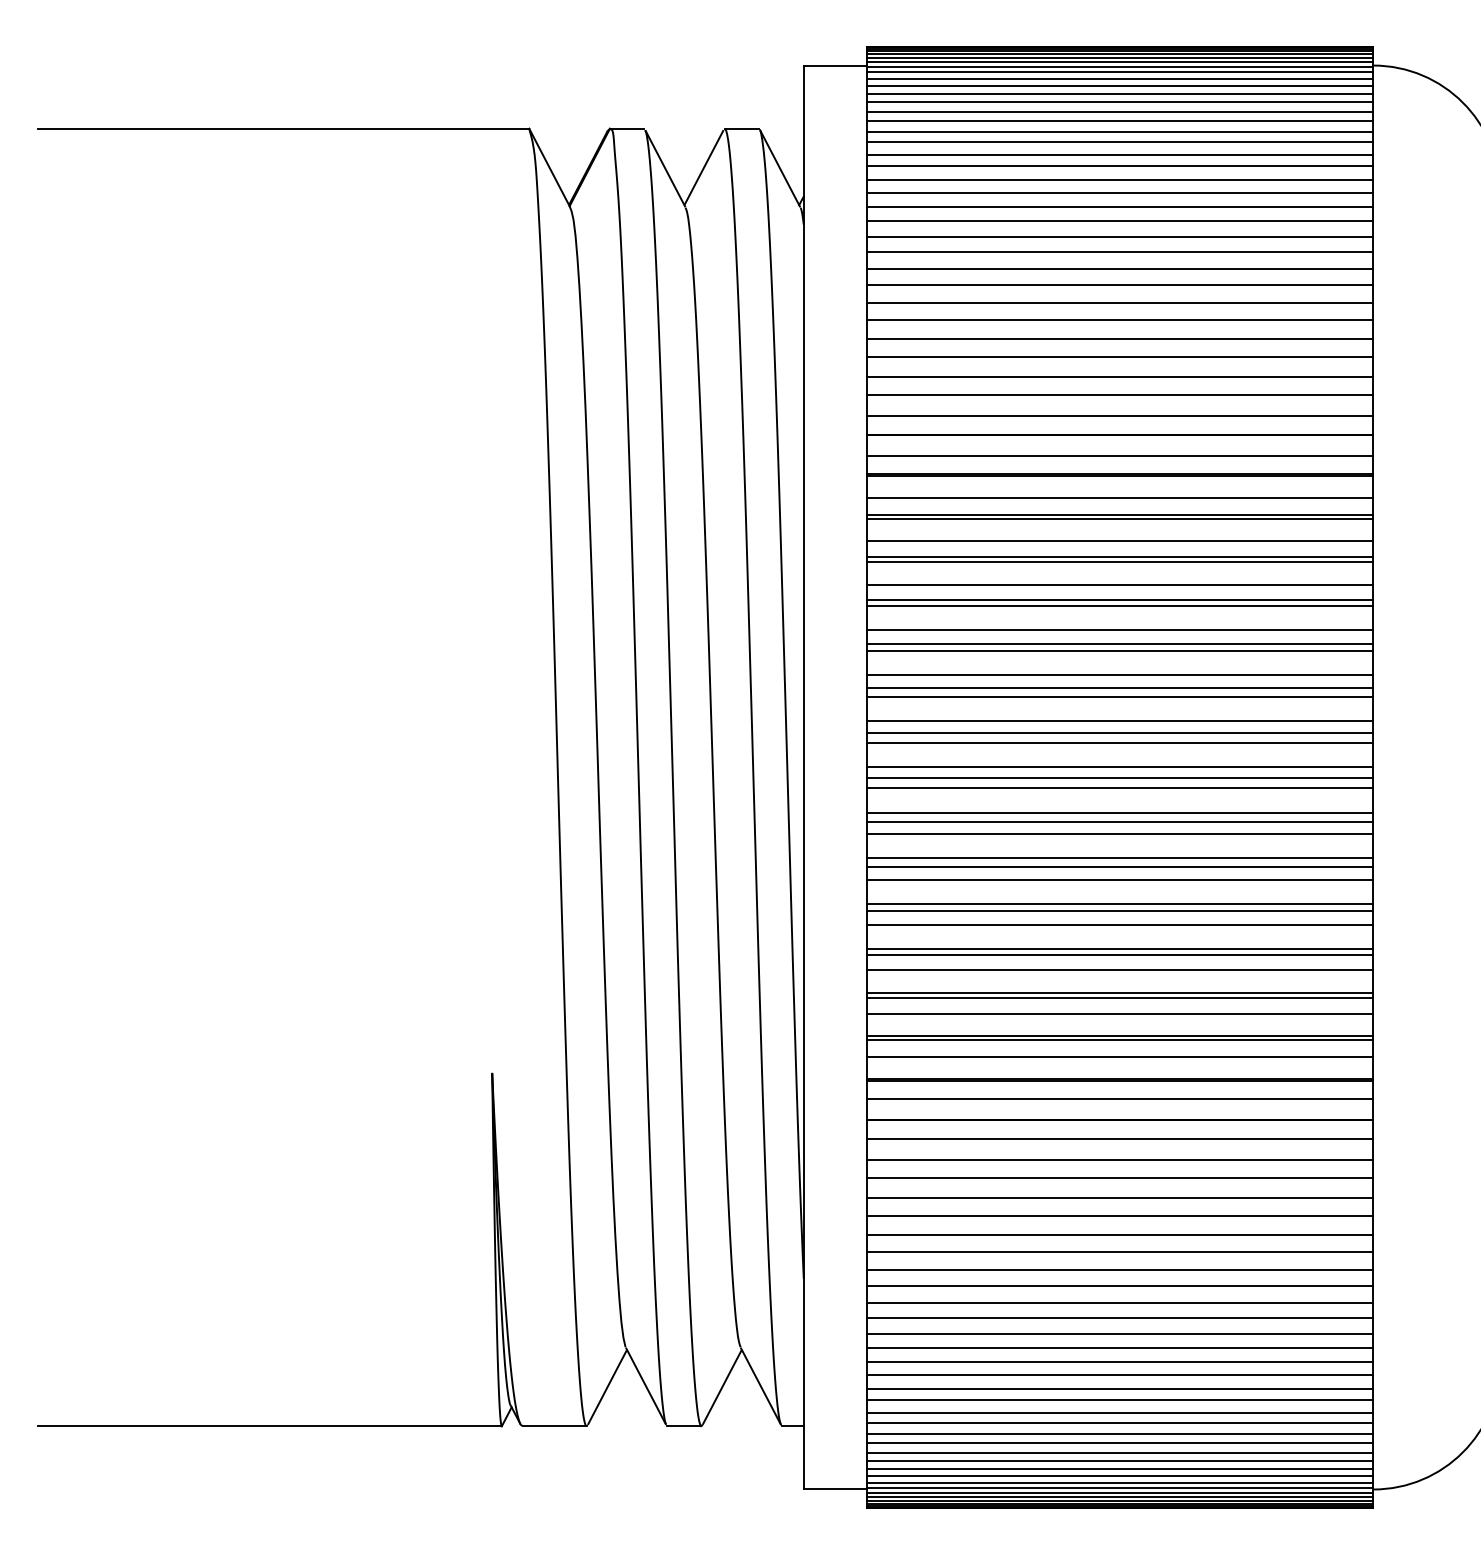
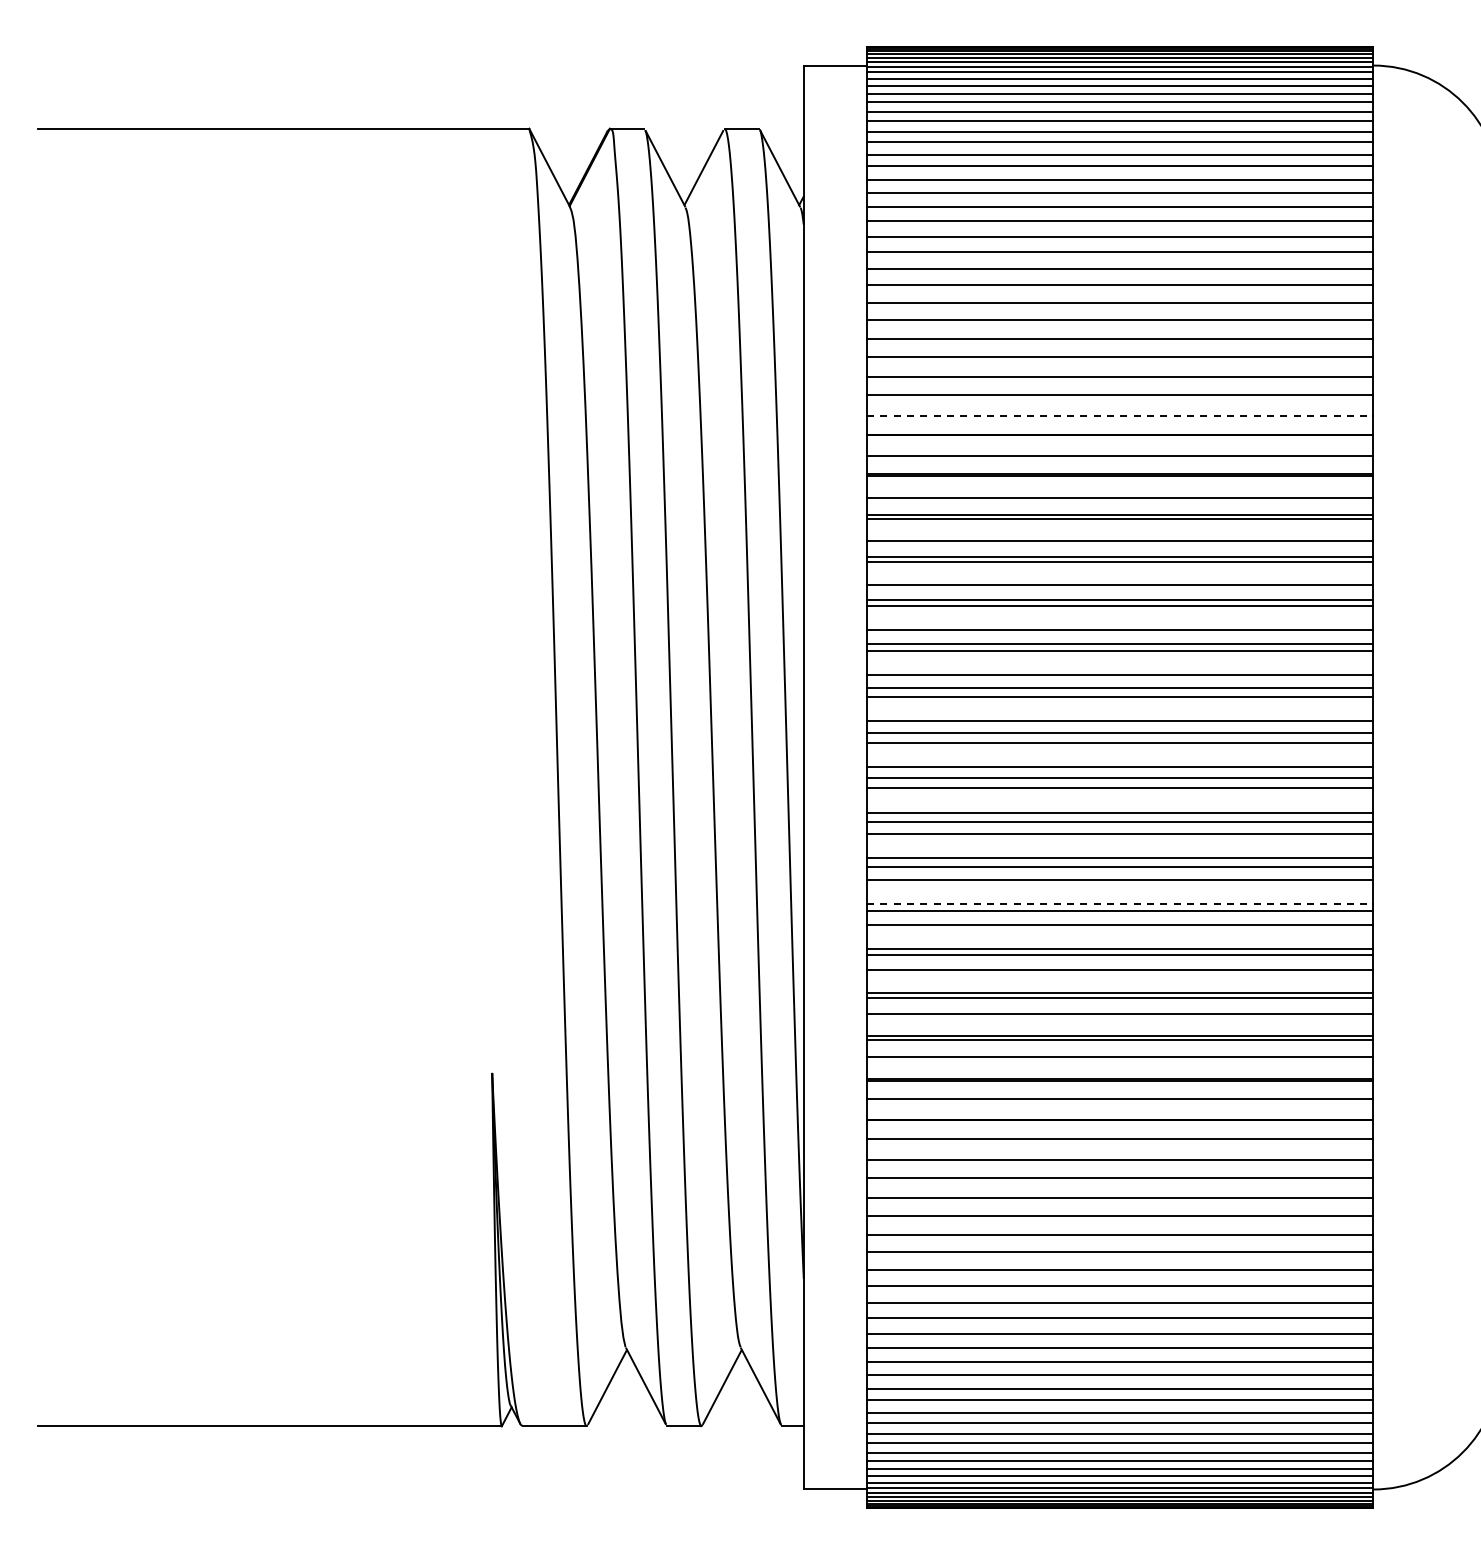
line at (1120, 415): solid -> dashed
line at (1120, 903): solid -> dashed
